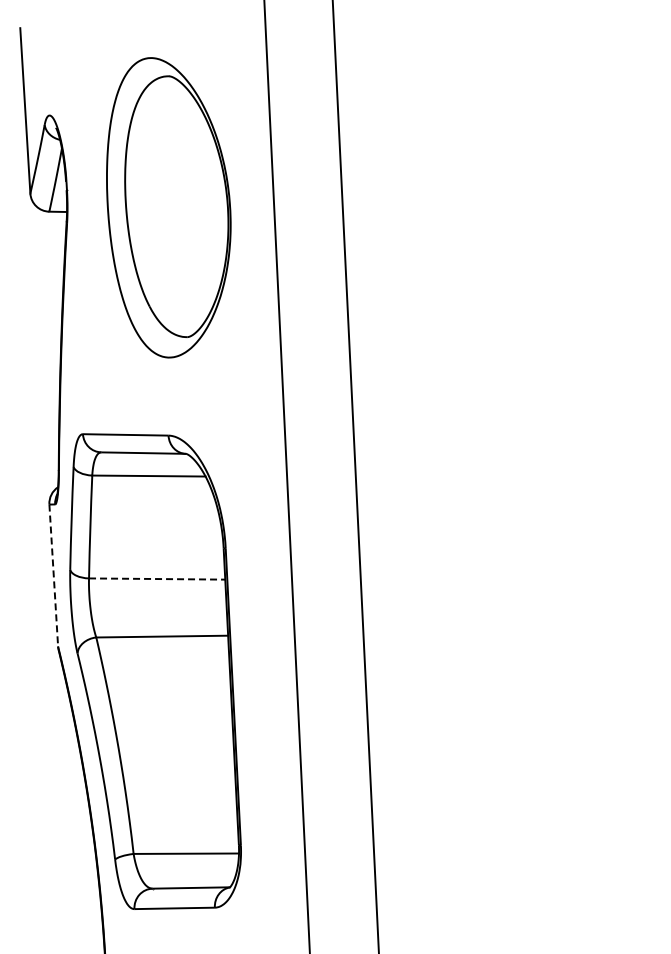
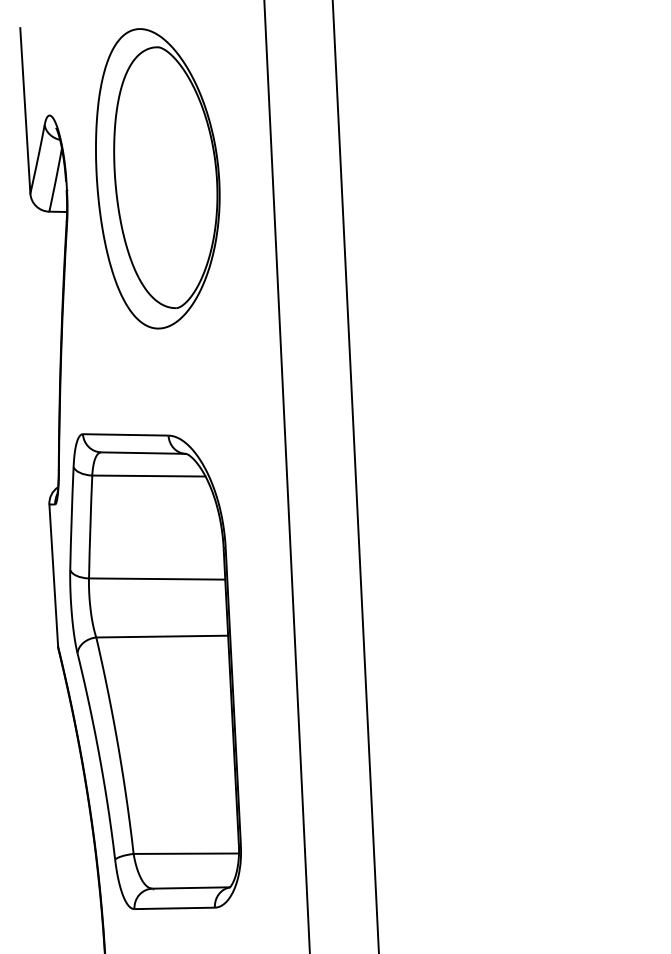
part at (168, 207) position: (168, 207) -> (157, 178)
line at (53, 576): dashed -> solid
line at (157, 579): dashed -> solid
